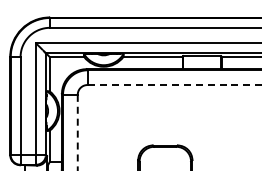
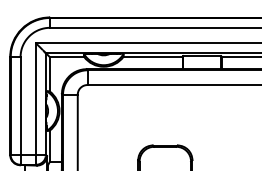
line at (174, 85): dashed -> solid
line at (77, 132): dashed -> solid
